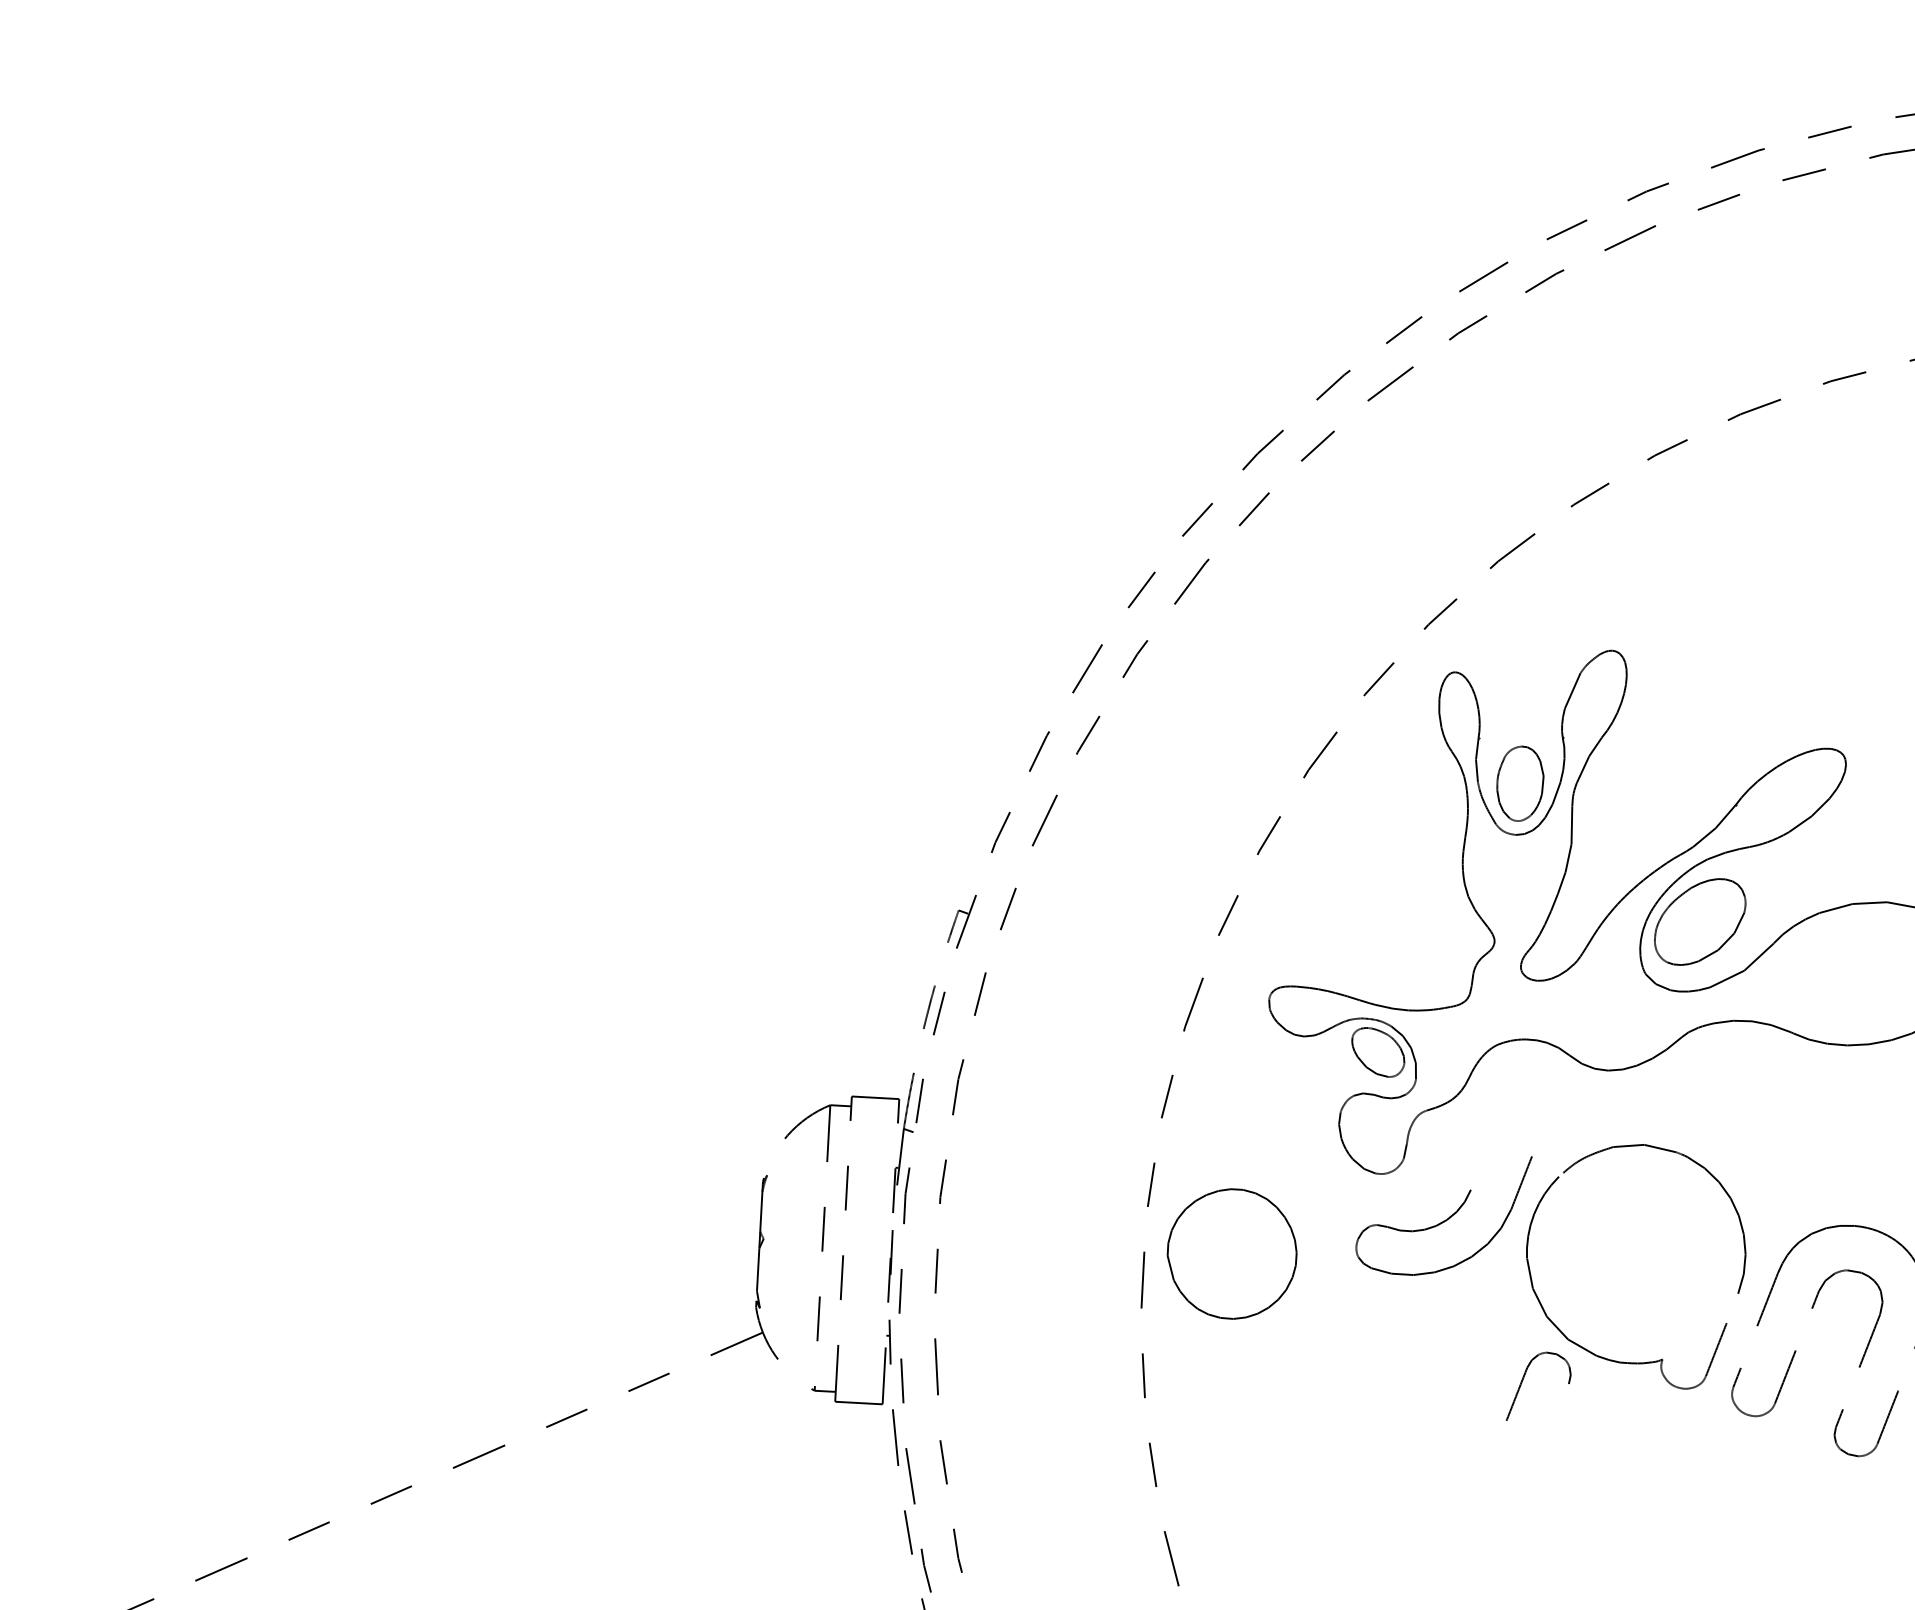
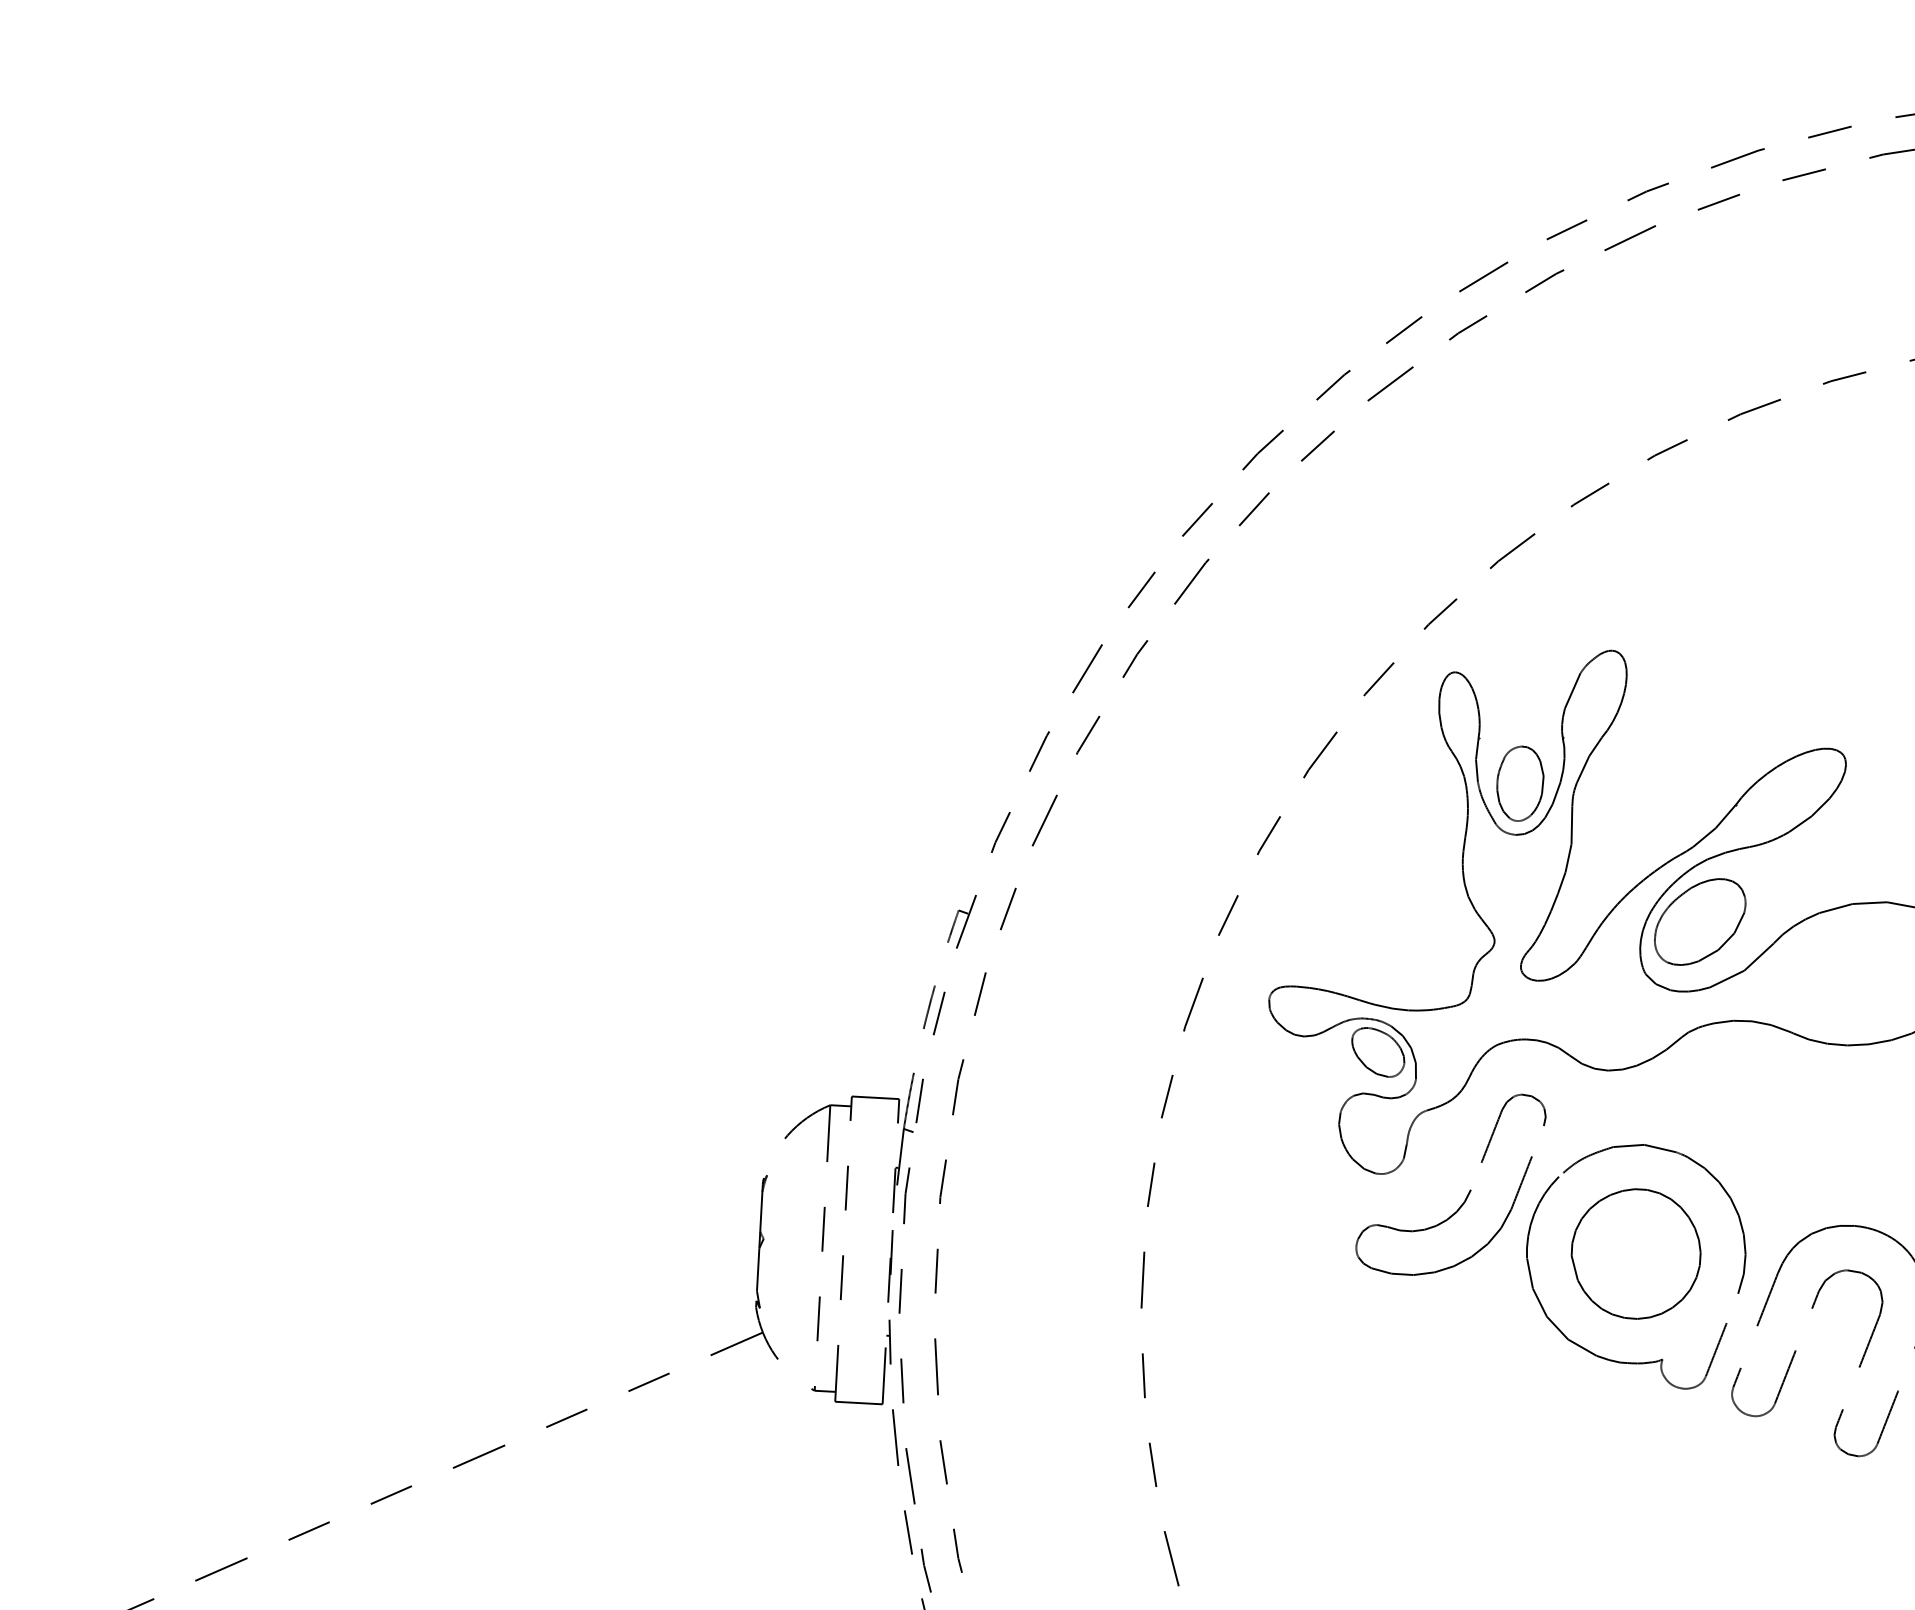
part at (1231, 1253) position: (1231, 1253) -> (1635, 1253)
part at (1524, 1378) position: (1524, 1378) -> (1499, 1120)
